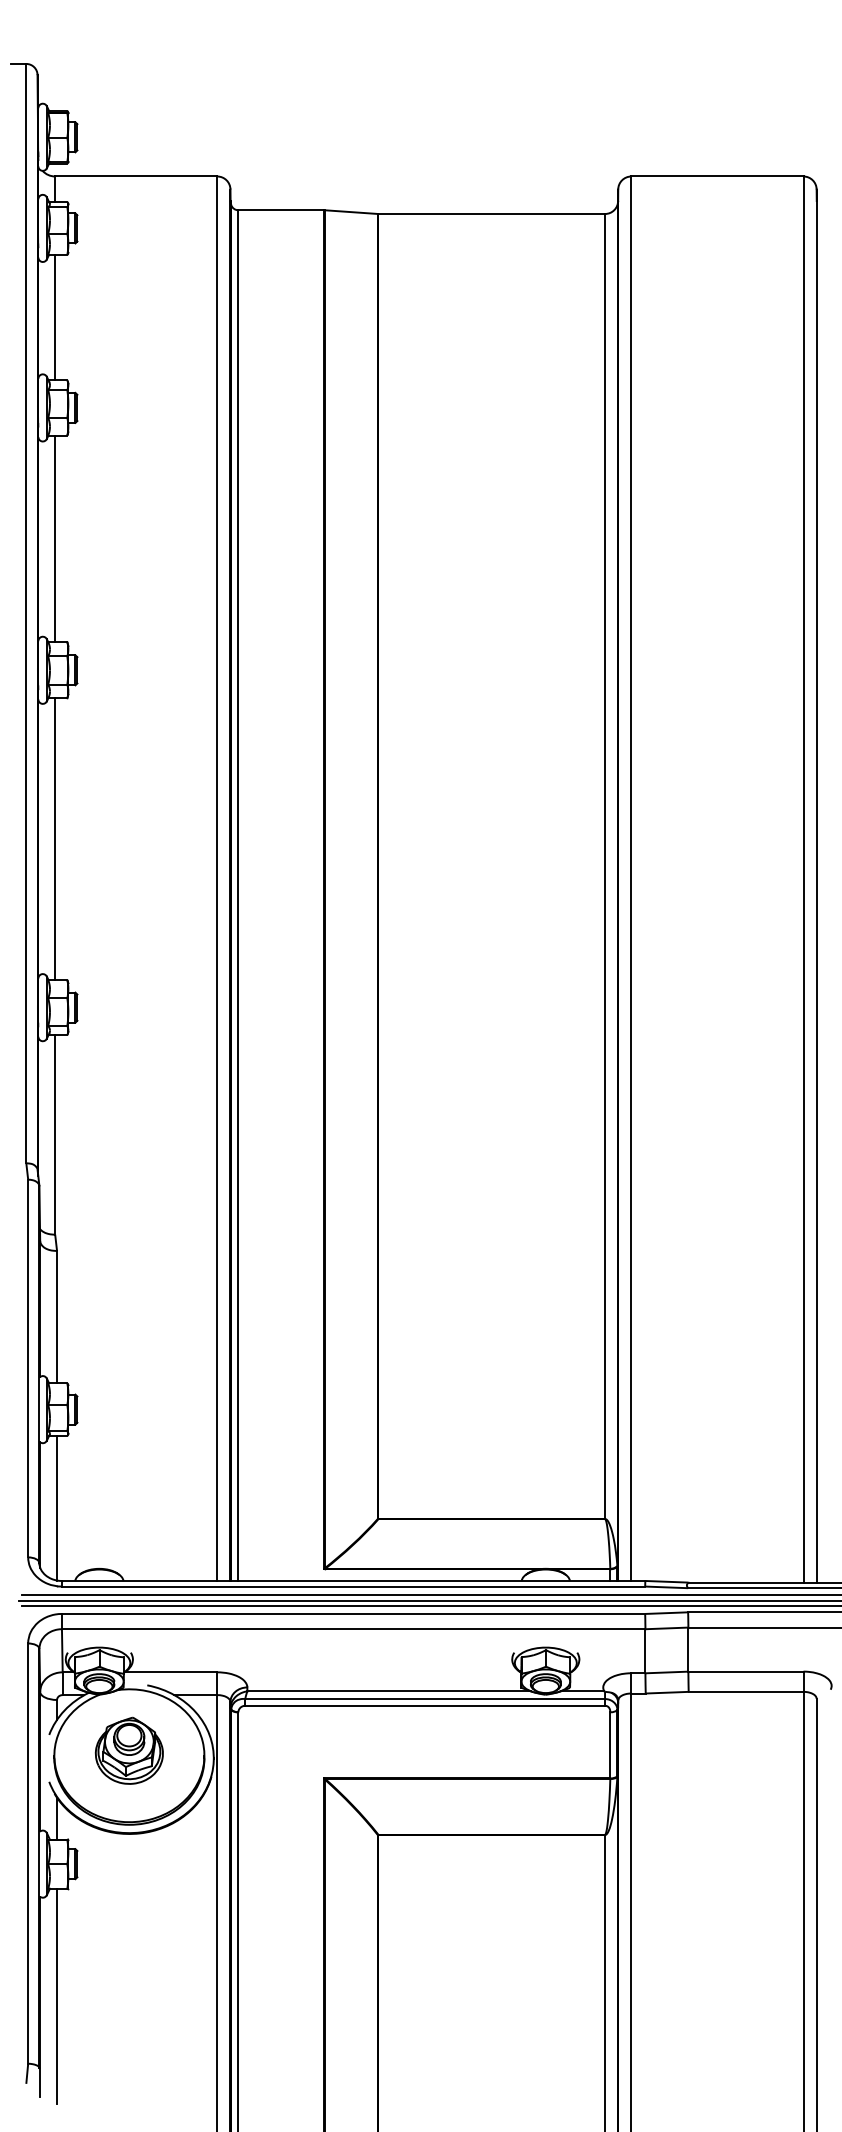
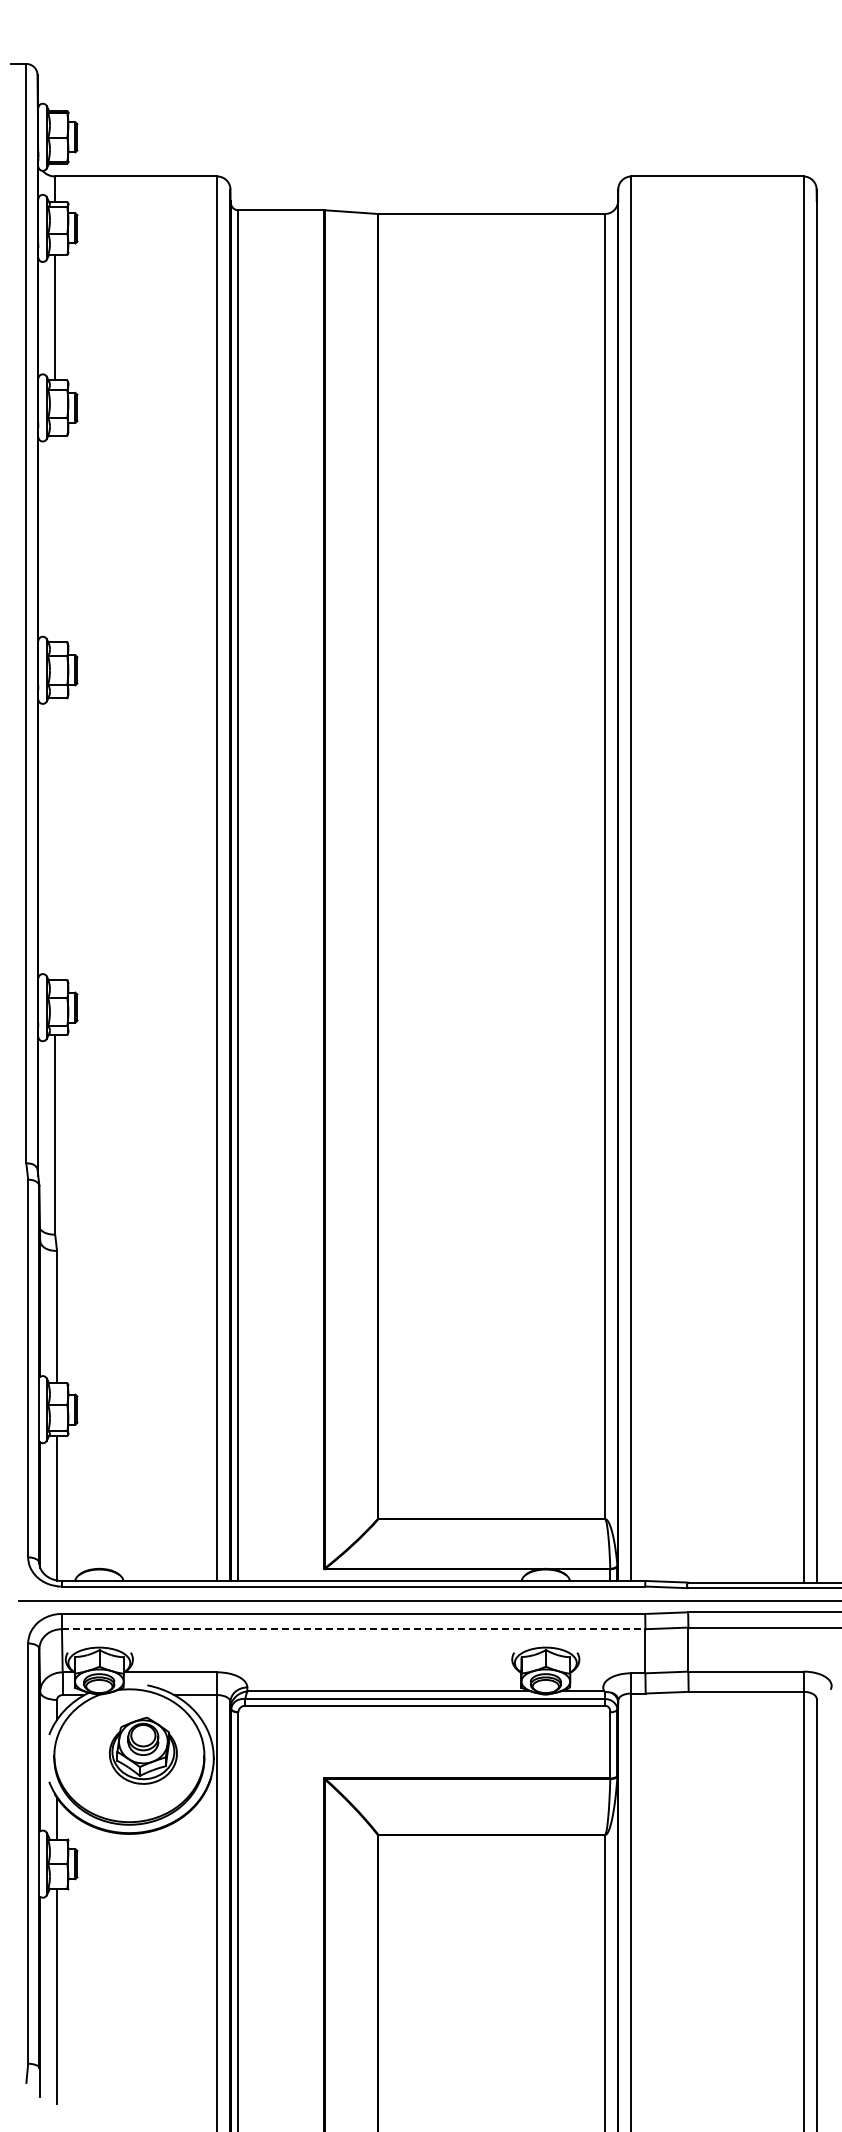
line at (55, 538): present -> none
line at (55, 838): present -> none
line at (429, 1594): present -> none
line at (429, 1605): present -> none
line at (353, 1629): solid -> dashed
part at (128, 1750) position: (128, 1750) -> (142, 1750)
